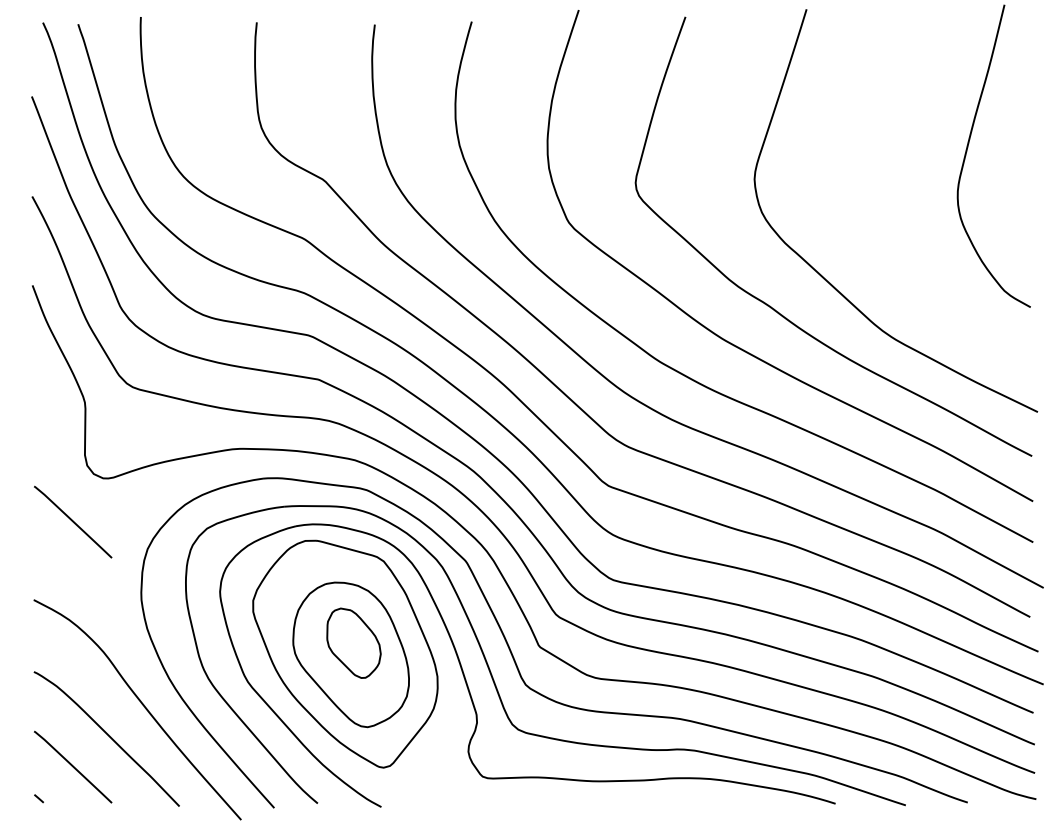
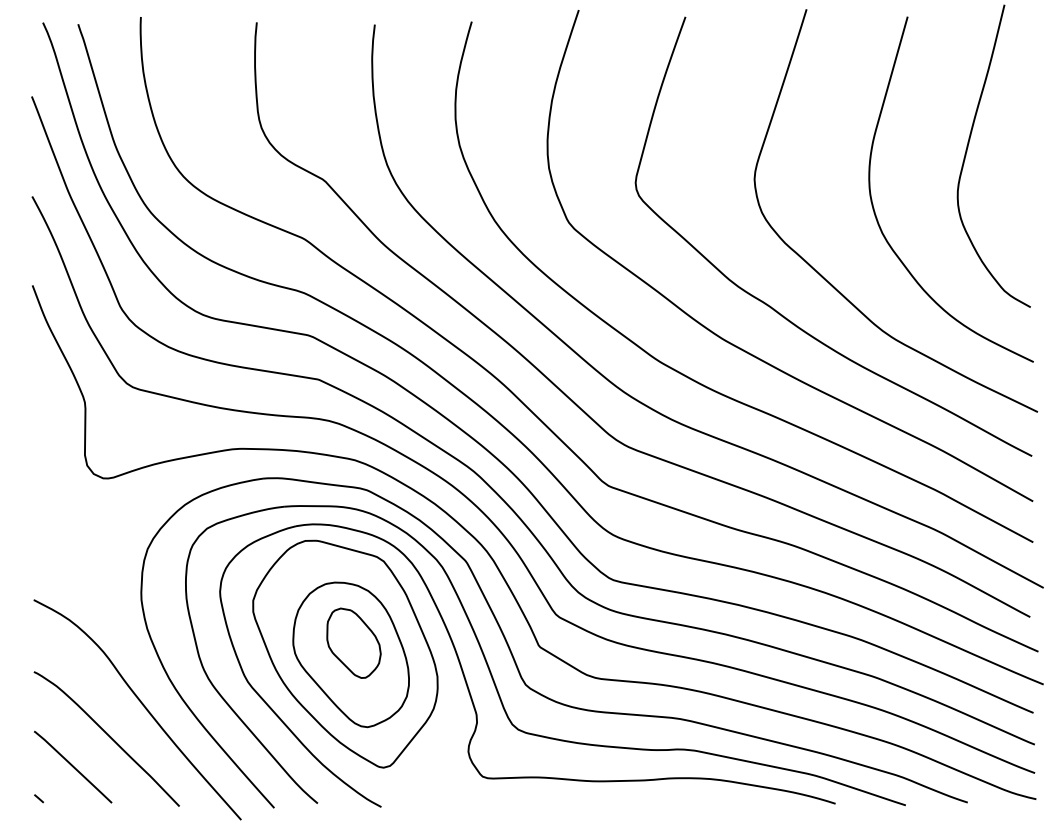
curve at (876, 214): none -> present
line at (73, 521): present -> none
